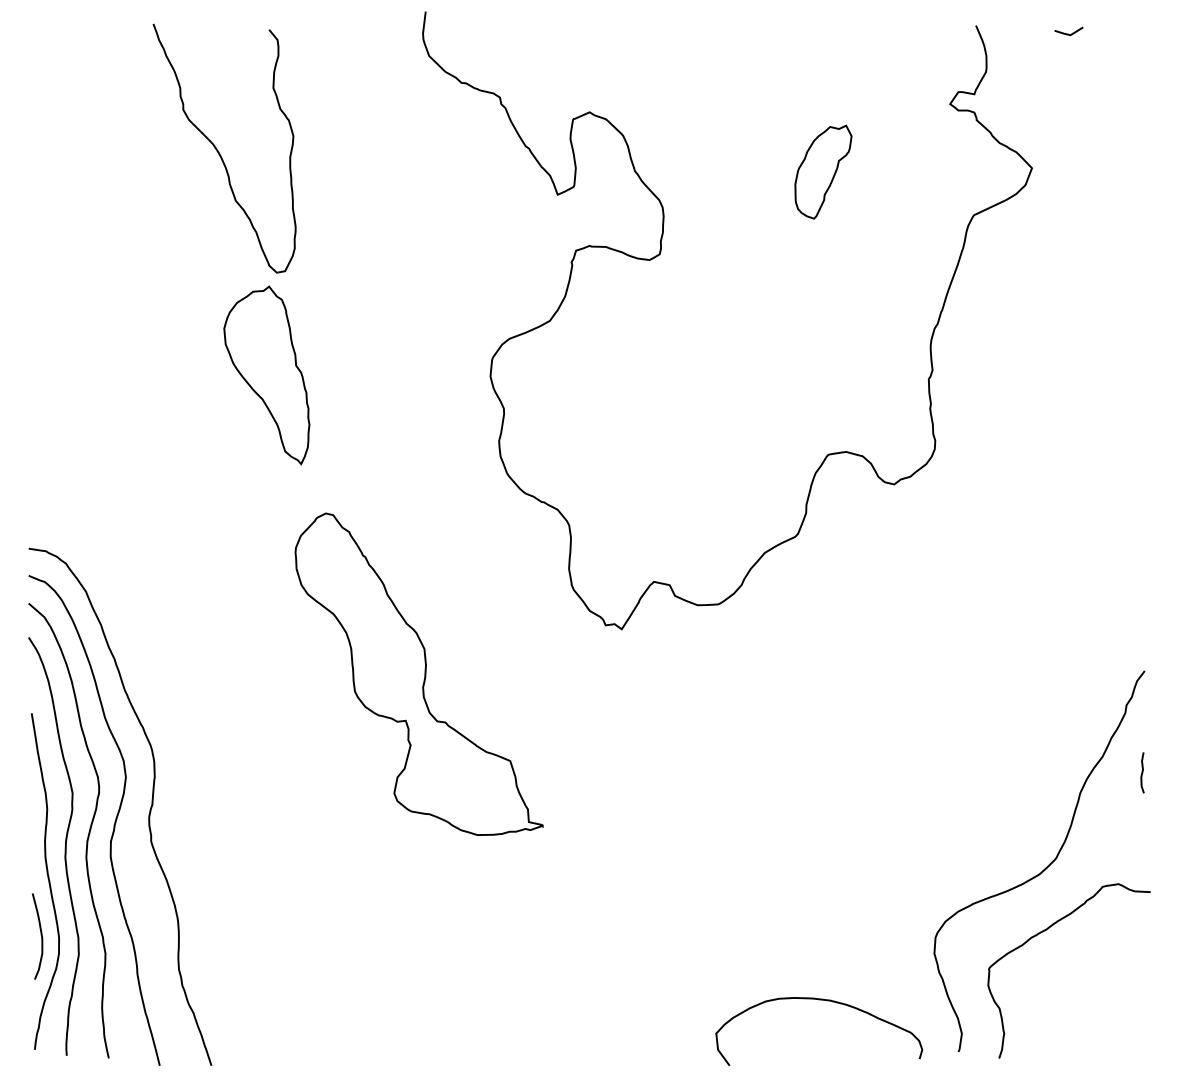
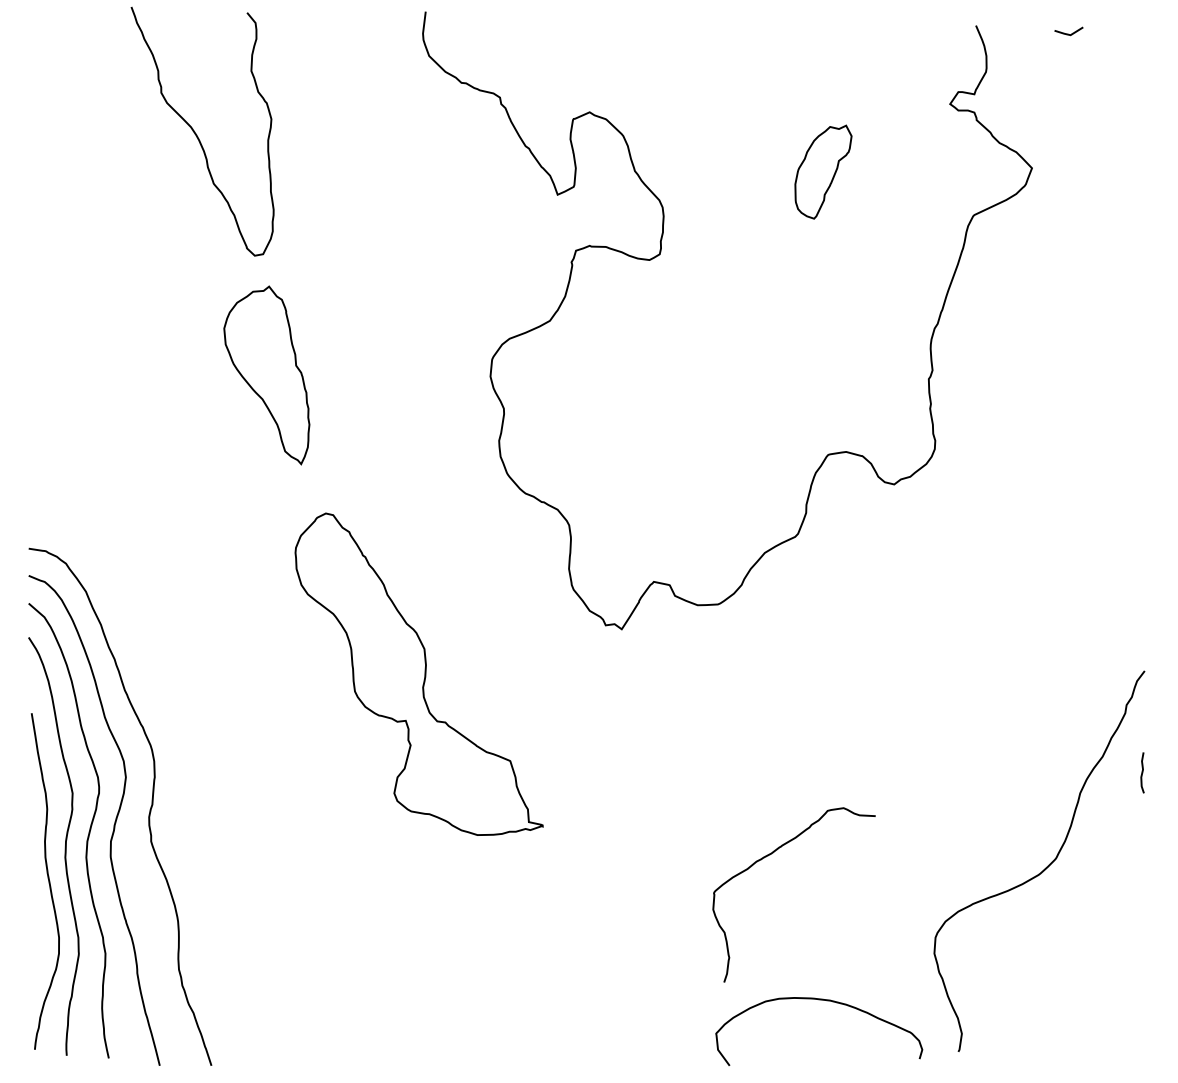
curve at (218, 150) position: (218, 150) -> (196, 133)
curve at (1045, 931) position: (1045, 931) -> (770, 855)
curve at (40, 935): present -> none
